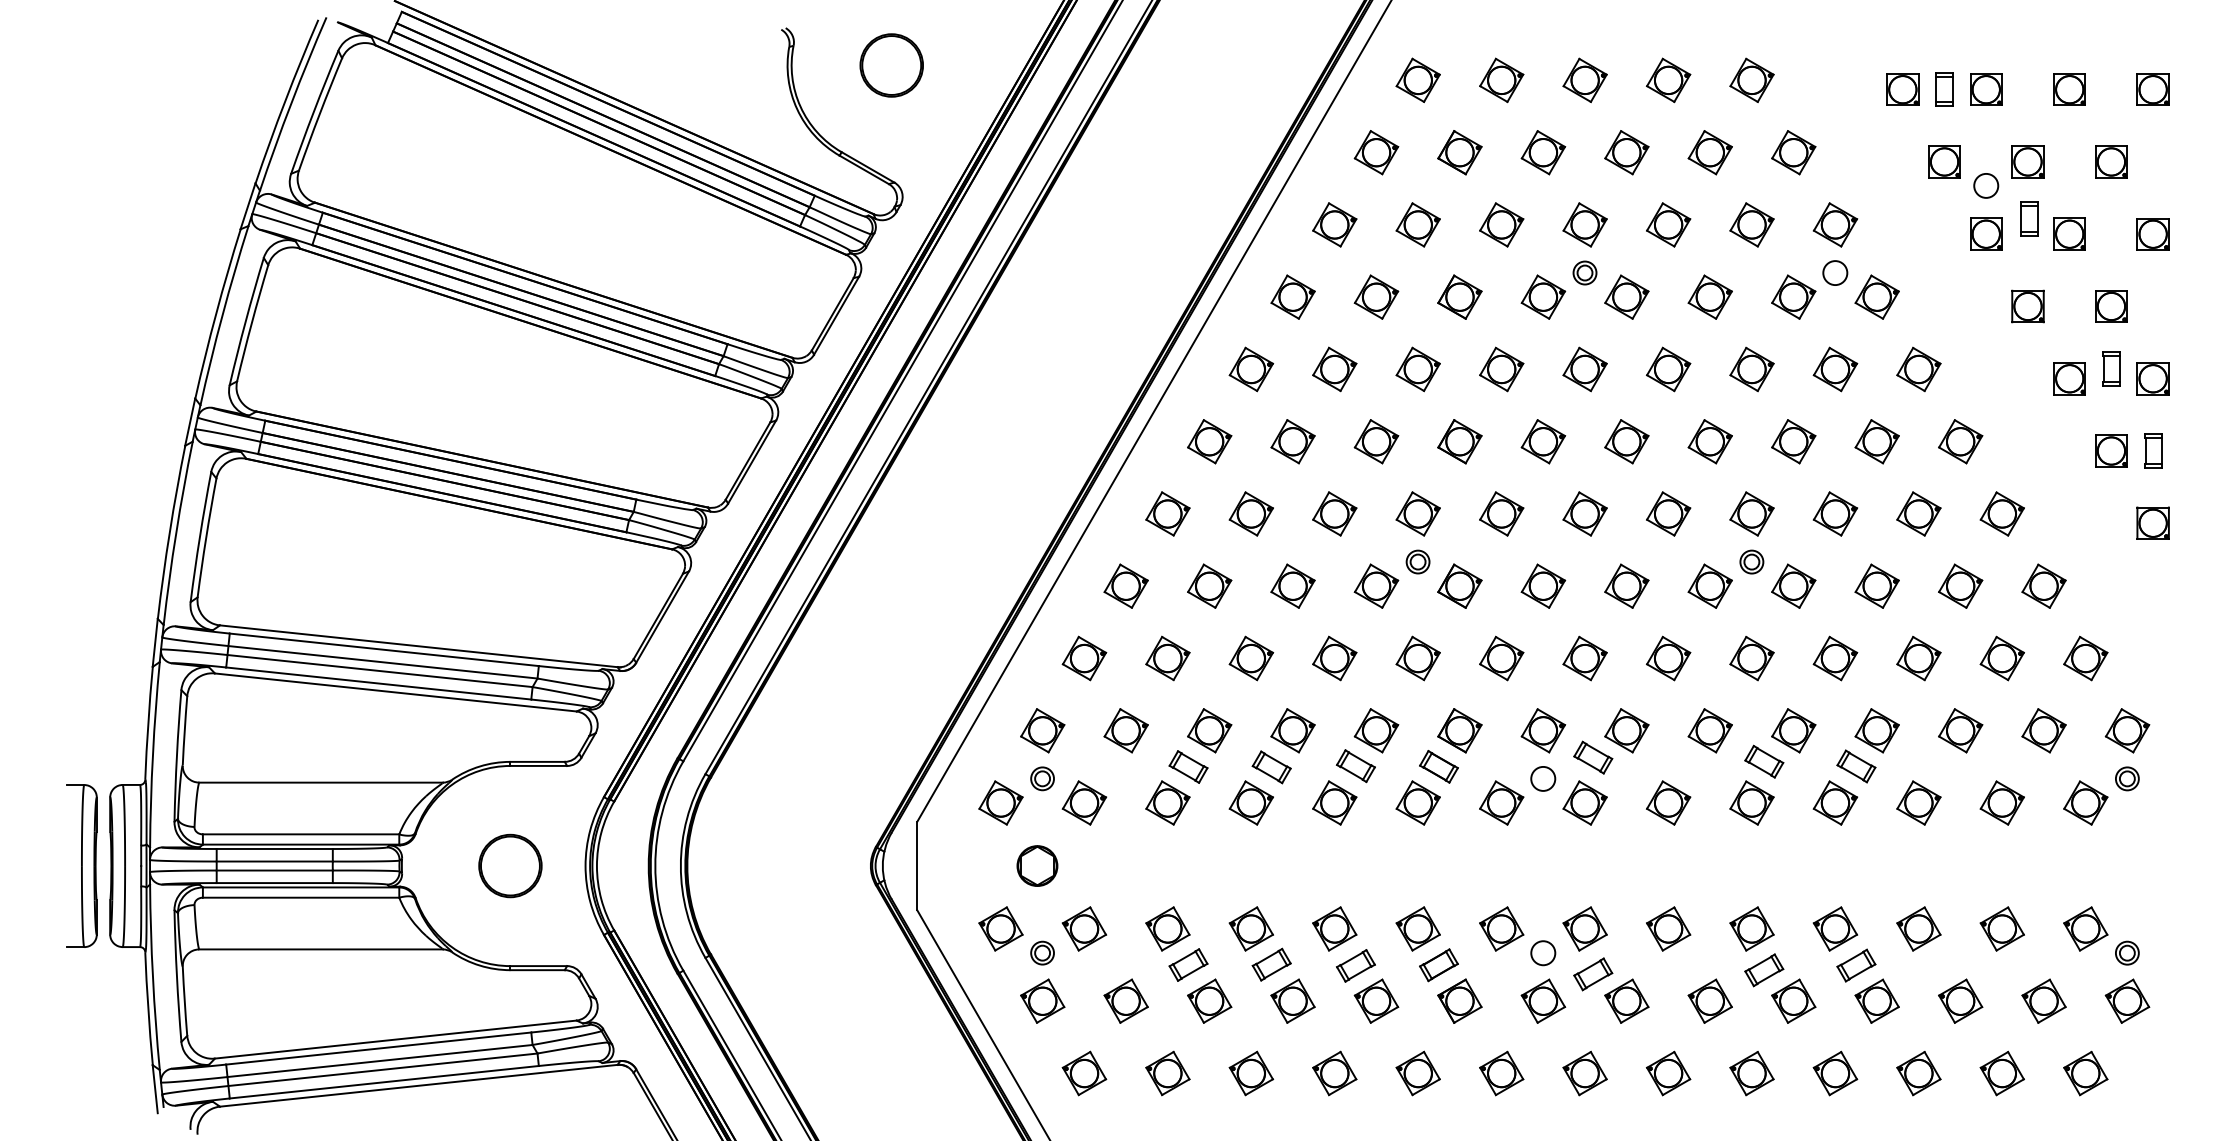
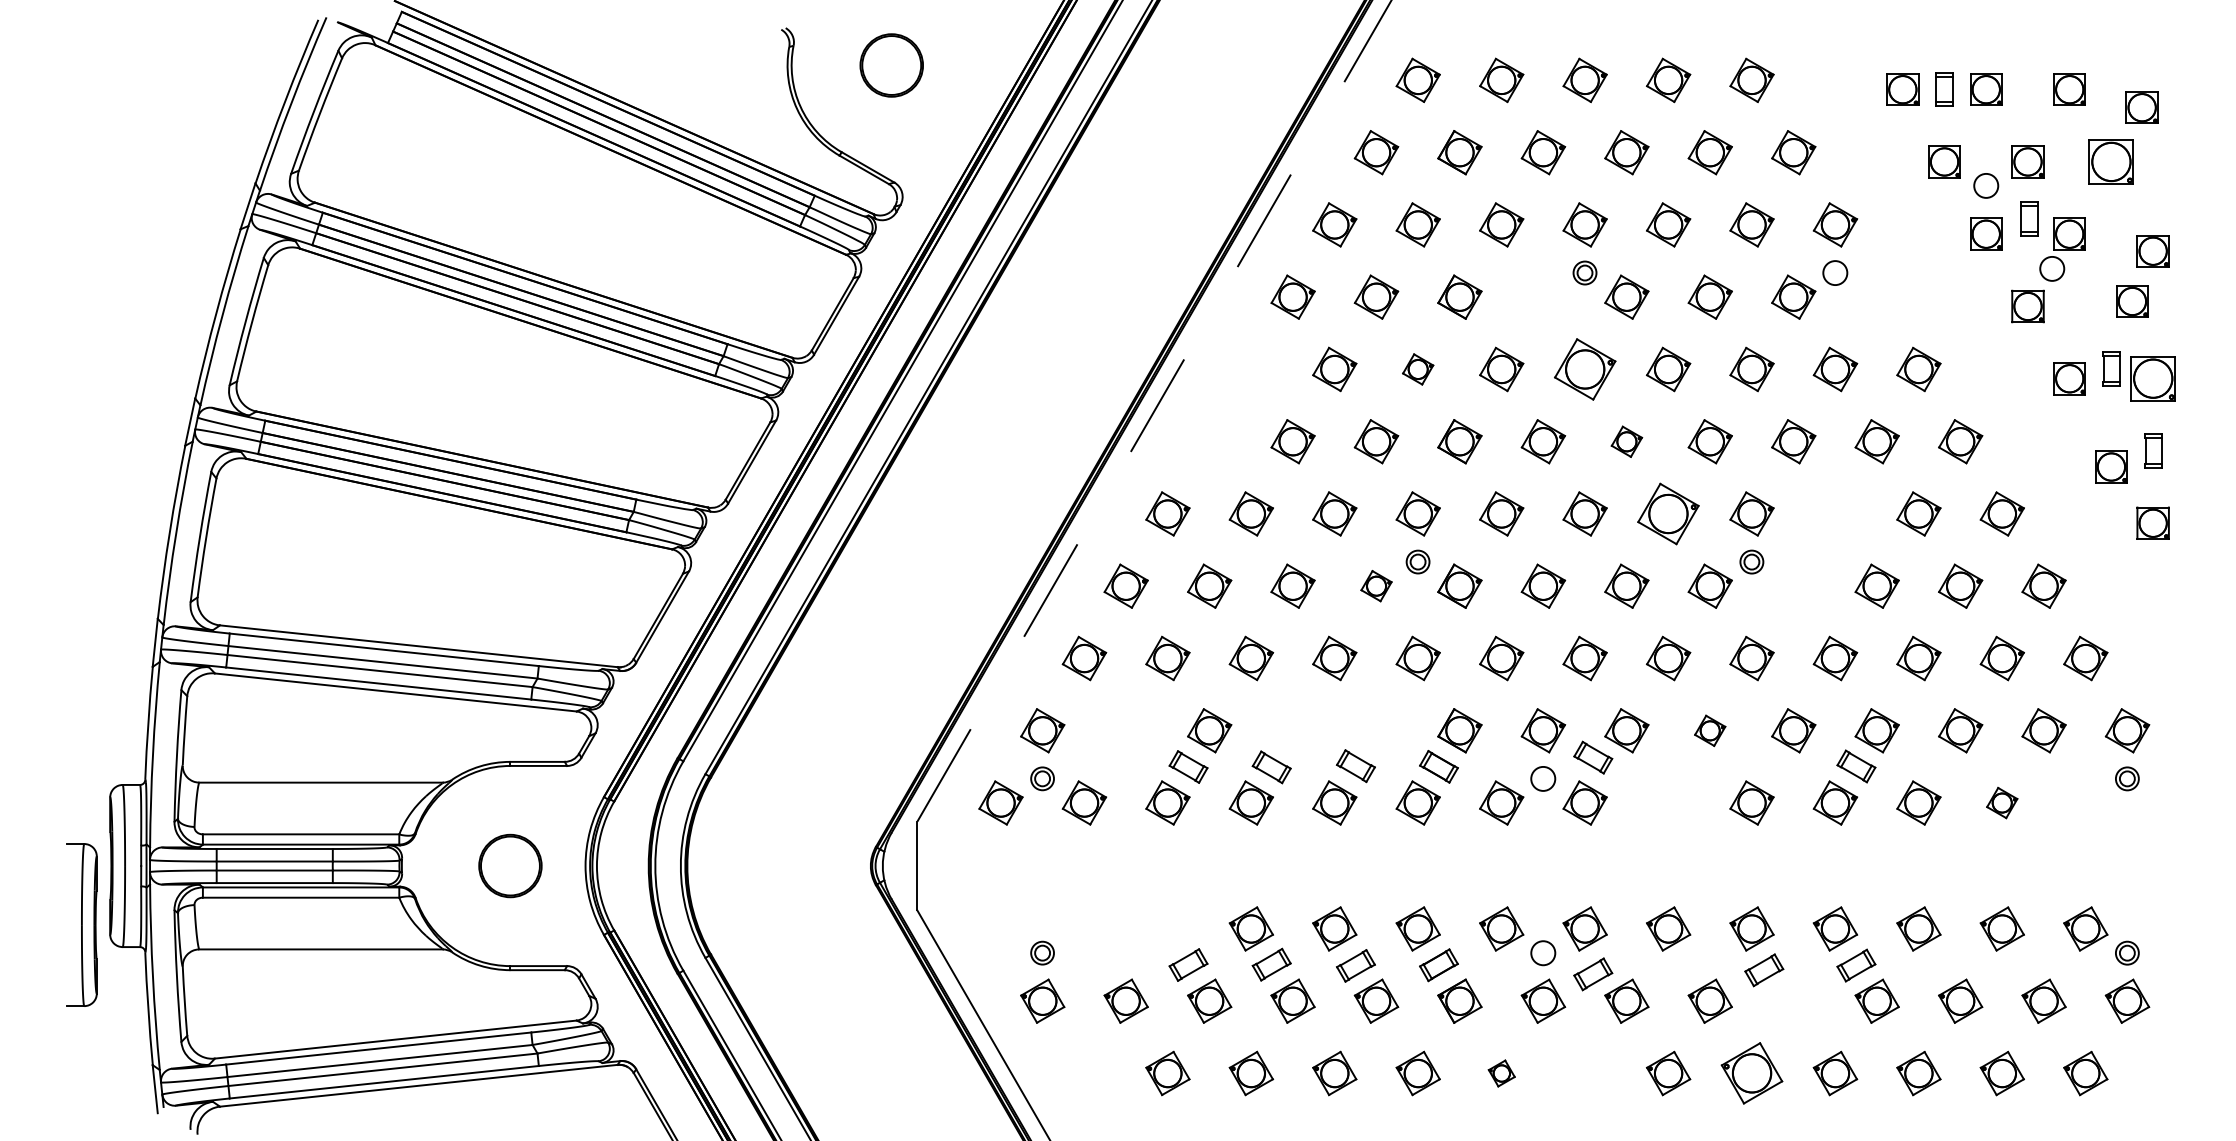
part at (2152, 89) position: (2152, 89) -> (2141, 107)
part at (2111, 161) size: 33x34 px -> 46x46 px
part at (2152, 234) position: (2152, 234) -> (2152, 251)
circle at (2052, 268): none -> present
part at (1543, 296): present -> none
part at (1876, 296): present -> none
part at (2111, 306) position: (2111, 306) -> (2132, 301)
part at (1251, 369): present -> none
part at (1417, 369) size: 46x47 px -> 33x33 px
part at (1584, 369) size: 46x47 px -> 63x63 px
part at (2152, 378) size: 34x34 px -> 46x46 px
line at (1154, 410): solid -> dashed
part at (1209, 441): present -> none
part at (1626, 441) size: 46x46 px -> 34x33 px
part at (2111, 450) position: (2111, 450) -> (2111, 466)
part at (1668, 513) size: 46x46 px -> 63x64 px
part at (1834, 513): present -> none
part at (1376, 585) size: 47x46 px -> 33x33 px
part at (1793, 585): present -> none
part at (1125, 730): present -> none
part at (1292, 730): present -> none
part at (1376, 730): present -> none
part at (1709, 730) size: 46x46 px -> 33x34 px
part at (1764, 761): present -> none
part at (1668, 802): present -> none
part at (2001, 802) size: 46x46 px -> 33x34 px
part at (2085, 802): present -> none
part at (81, 865) position: (81, 865) -> (81, 924)
part at (1037, 865): present -> none
part at (1000, 928): present -> none
part at (1084, 928): present -> none
part at (1167, 928): present -> none
part at (1793, 1000): present -> none
part at (1084, 1073): present -> none
part at (1501, 1073) size: 46x47 px -> 29x29 px
part at (1584, 1073): present -> none
part at (1751, 1073) size: 46x46 px -> 64x63 px
